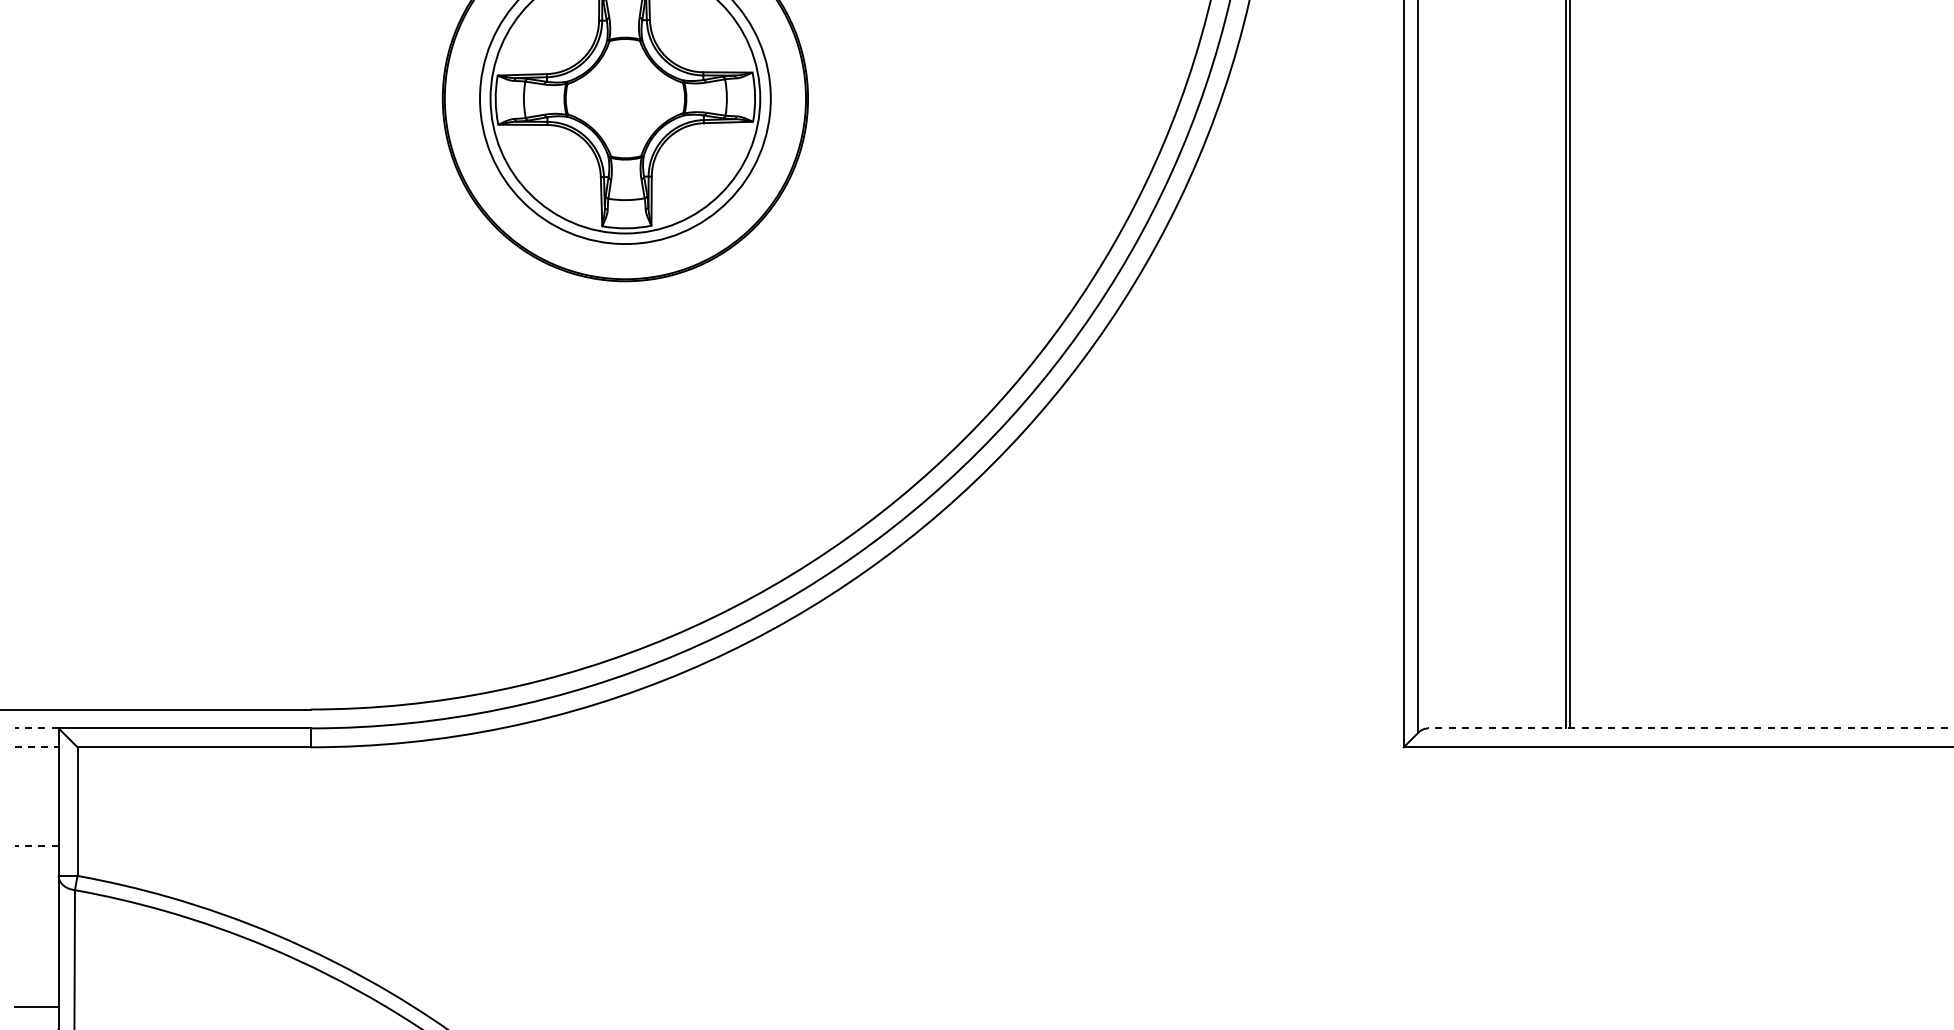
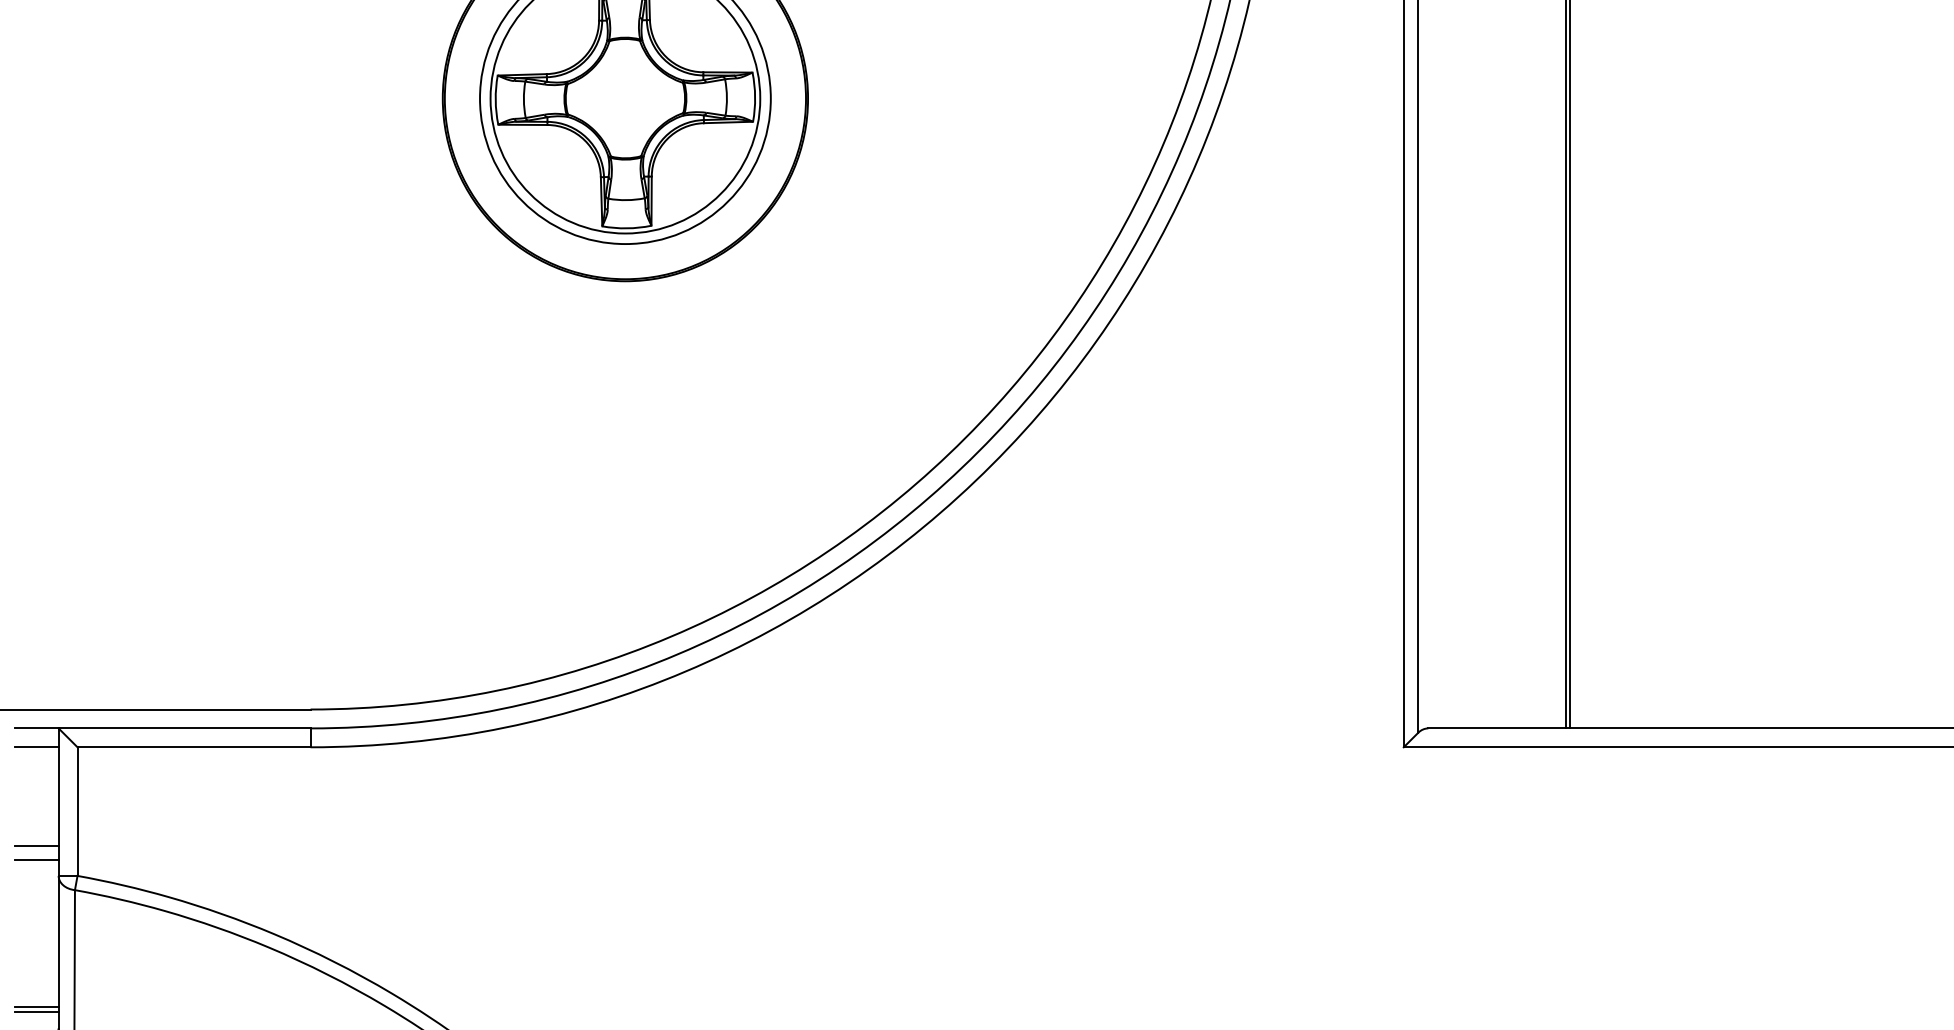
line at (36, 728): dashed -> solid
line at (1690, 728): dashed -> solid
line at (37, 747): dashed -> solid
line at (36, 845): dashed -> solid
line at (36, 860): none -> present
line at (36, 1011): none -> present
